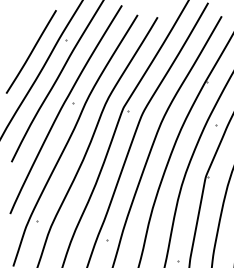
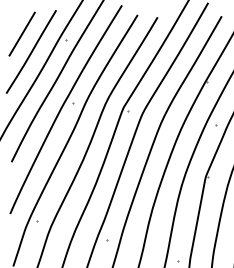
line at (21, 33): none -> present
